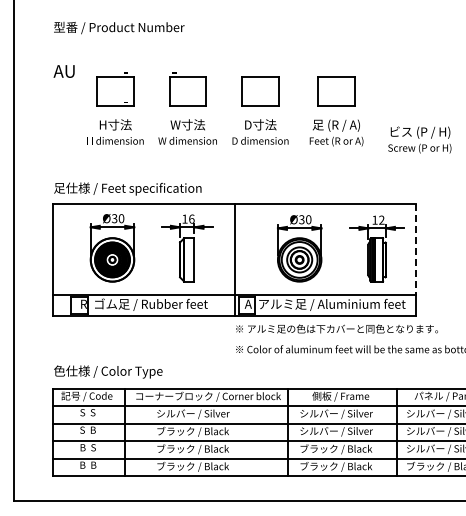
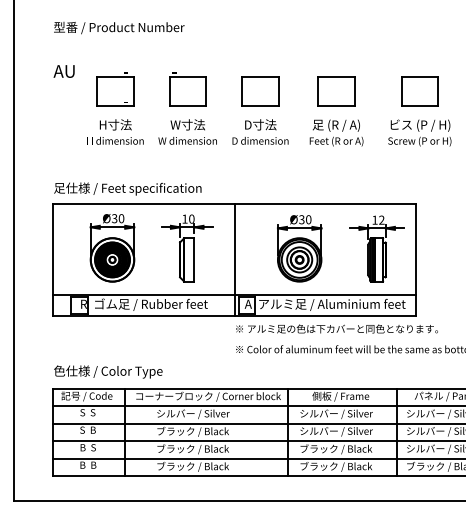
part at (419, 91): none -> present
text at (419, 139) position: (419, 139) -> (419, 132)
text at (191, 218): 16 -> 10
line at (415, 249): dashed -> solid
